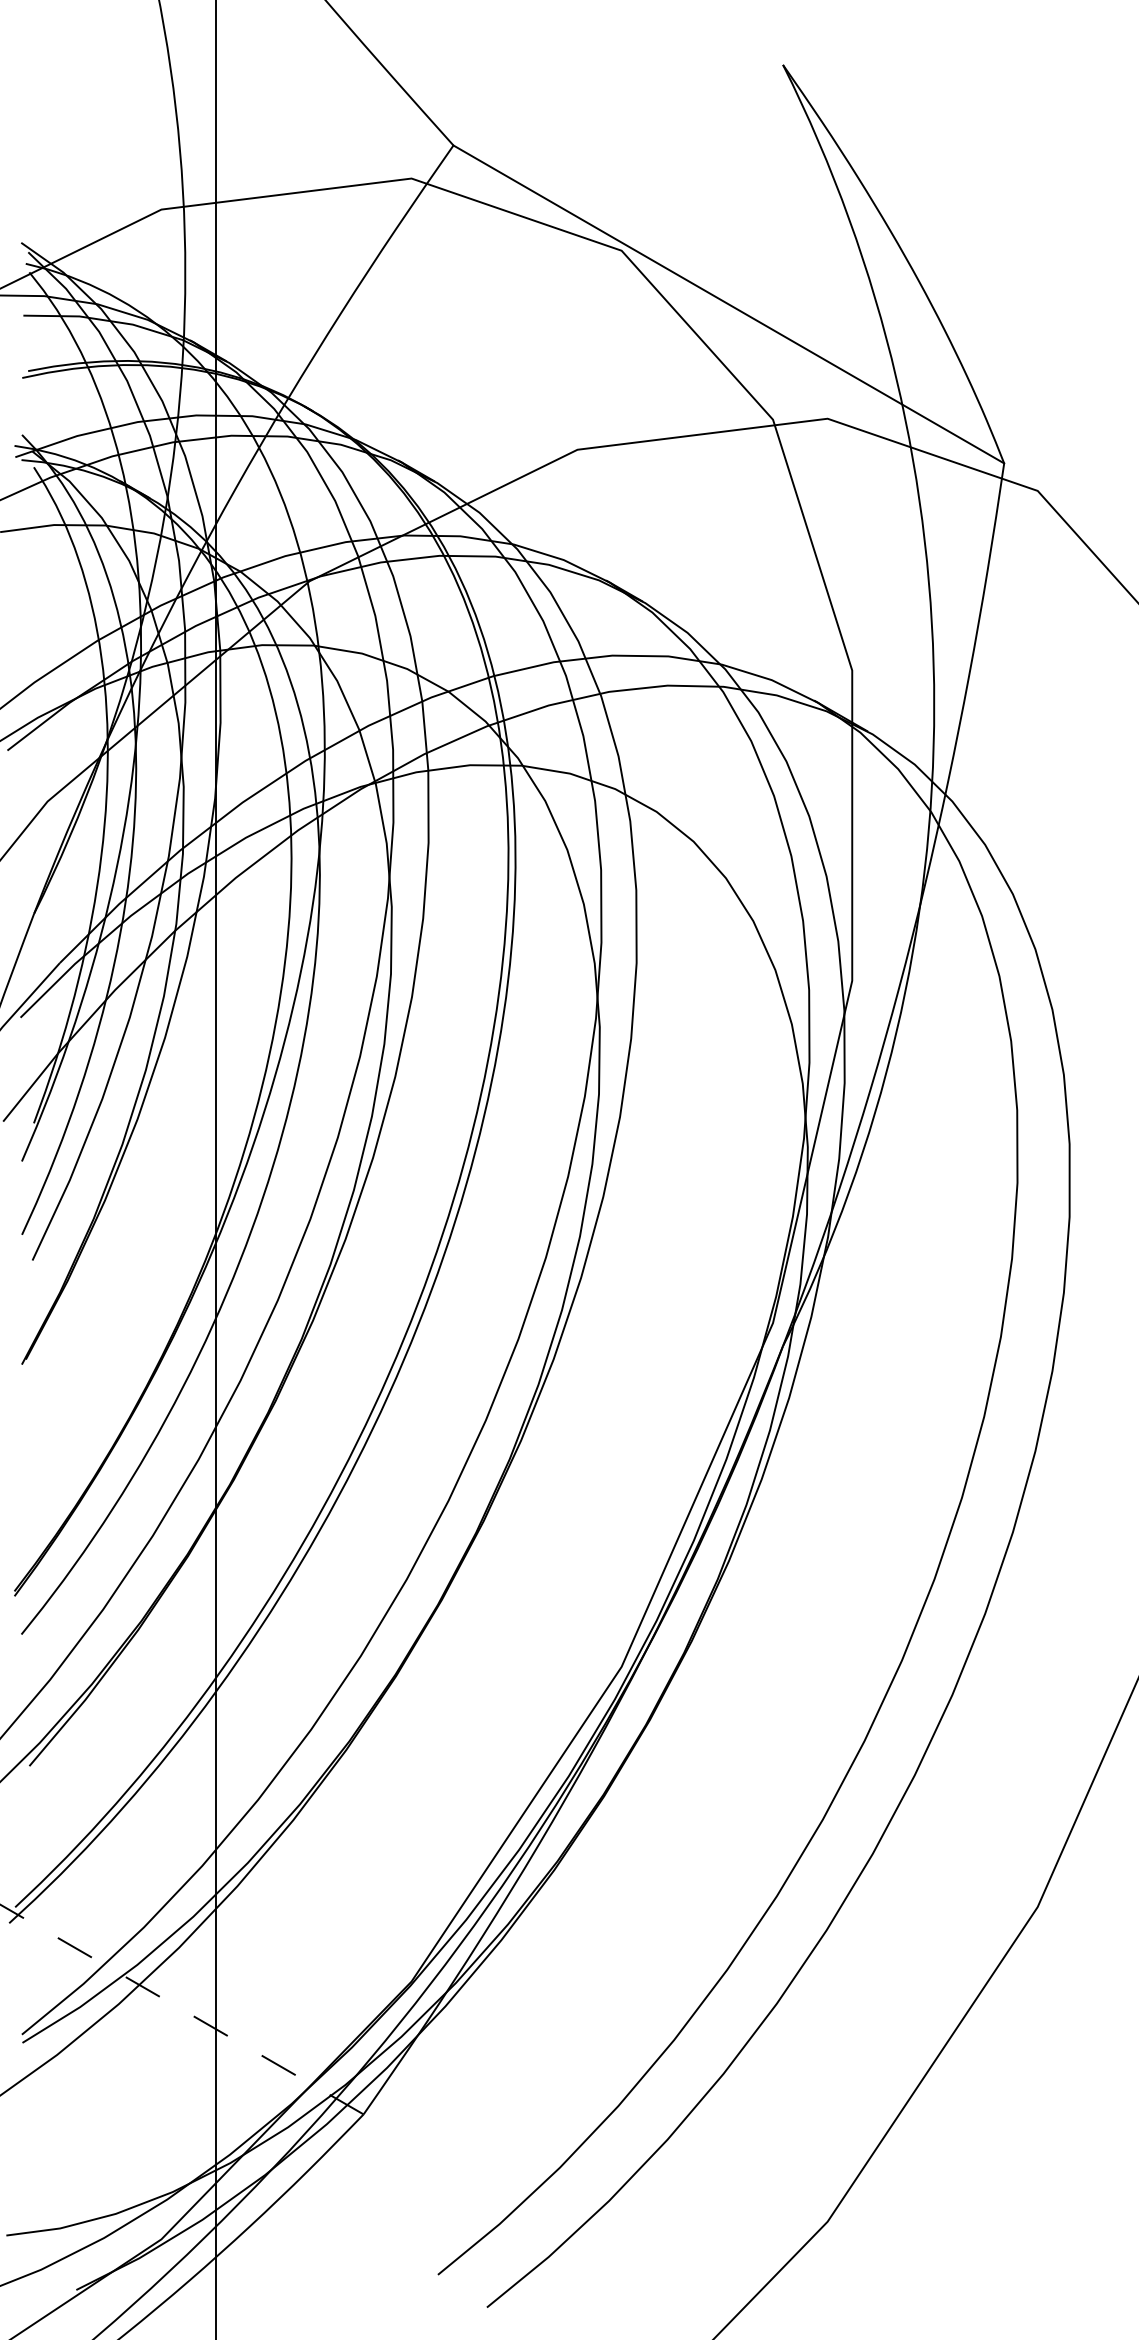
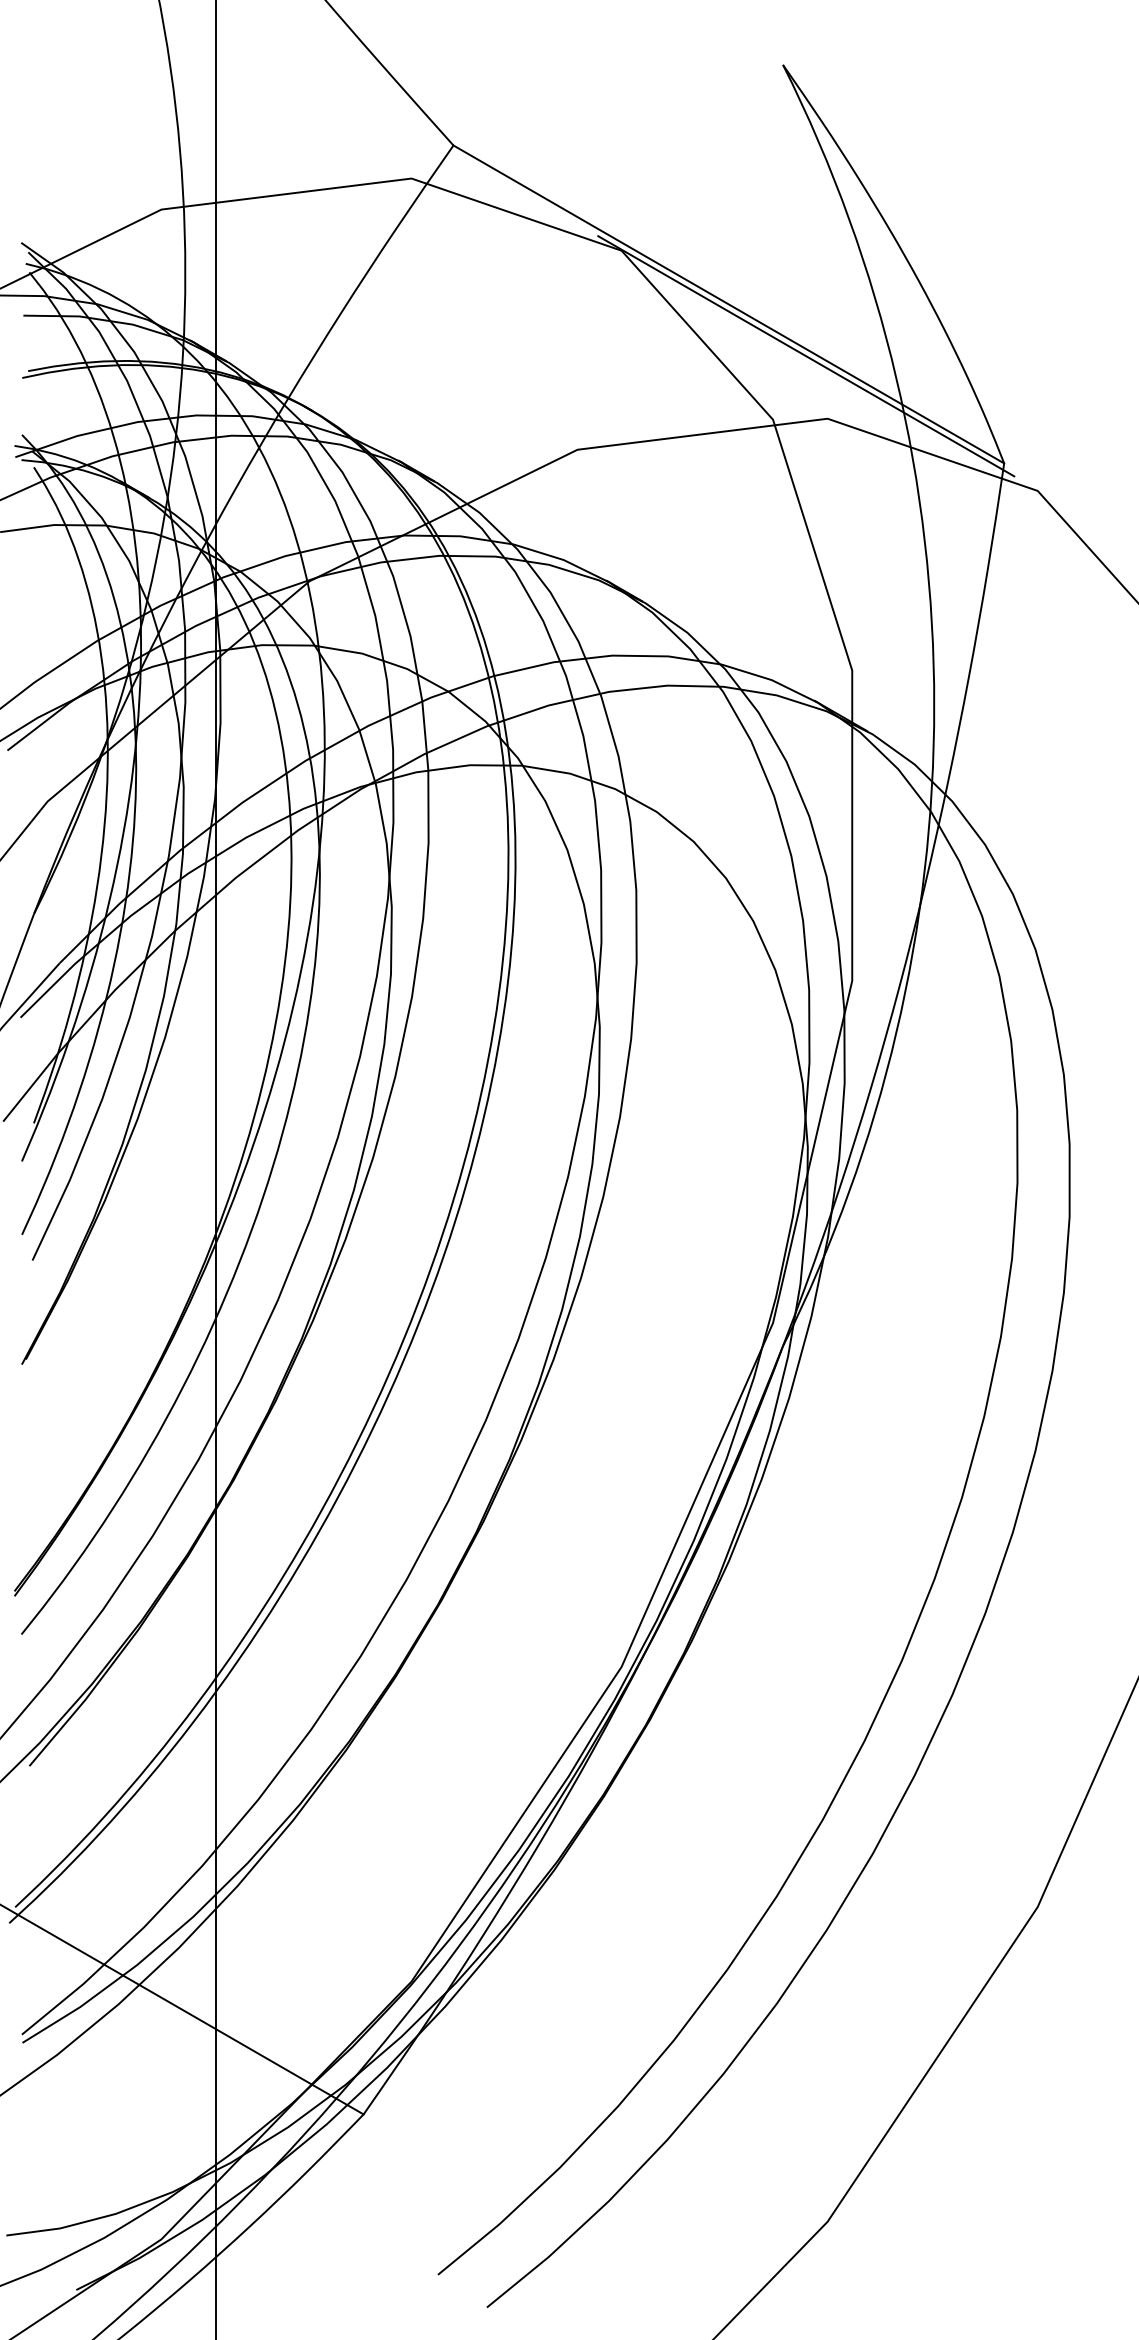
line at (806, 356): none -> present
line at (181, 2009): dashed -> solid
